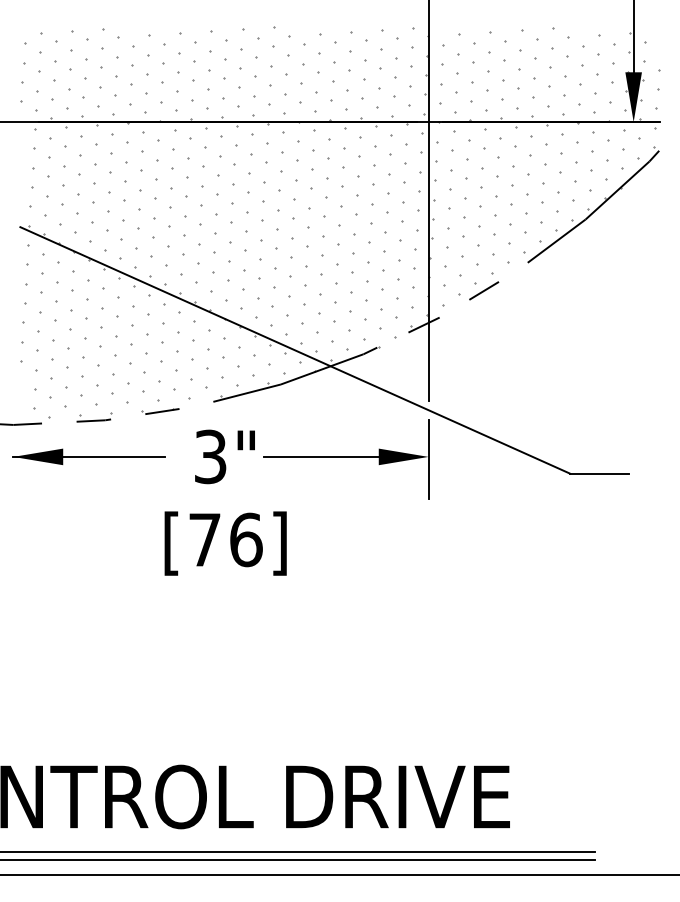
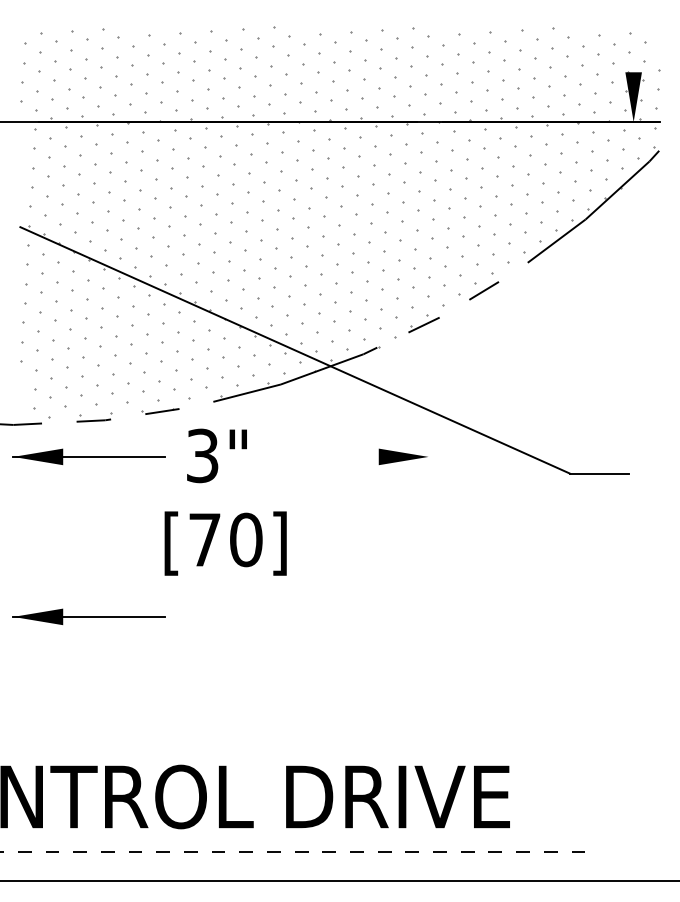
line at (633, 37): present -> none
line at (428, 201): present -> none
text at (224, 456) position: (224, 456) -> (216, 455)
line at (321, 456): present -> none
line at (428, 459): present -> none
text at (246, 539): [76] -> [70]
part at (88, 616): none -> present
line at (297, 852): solid -> dashed
line at (298, 860): present -> none
line at (339, 874) position: (339, 874) -> (339, 880)
